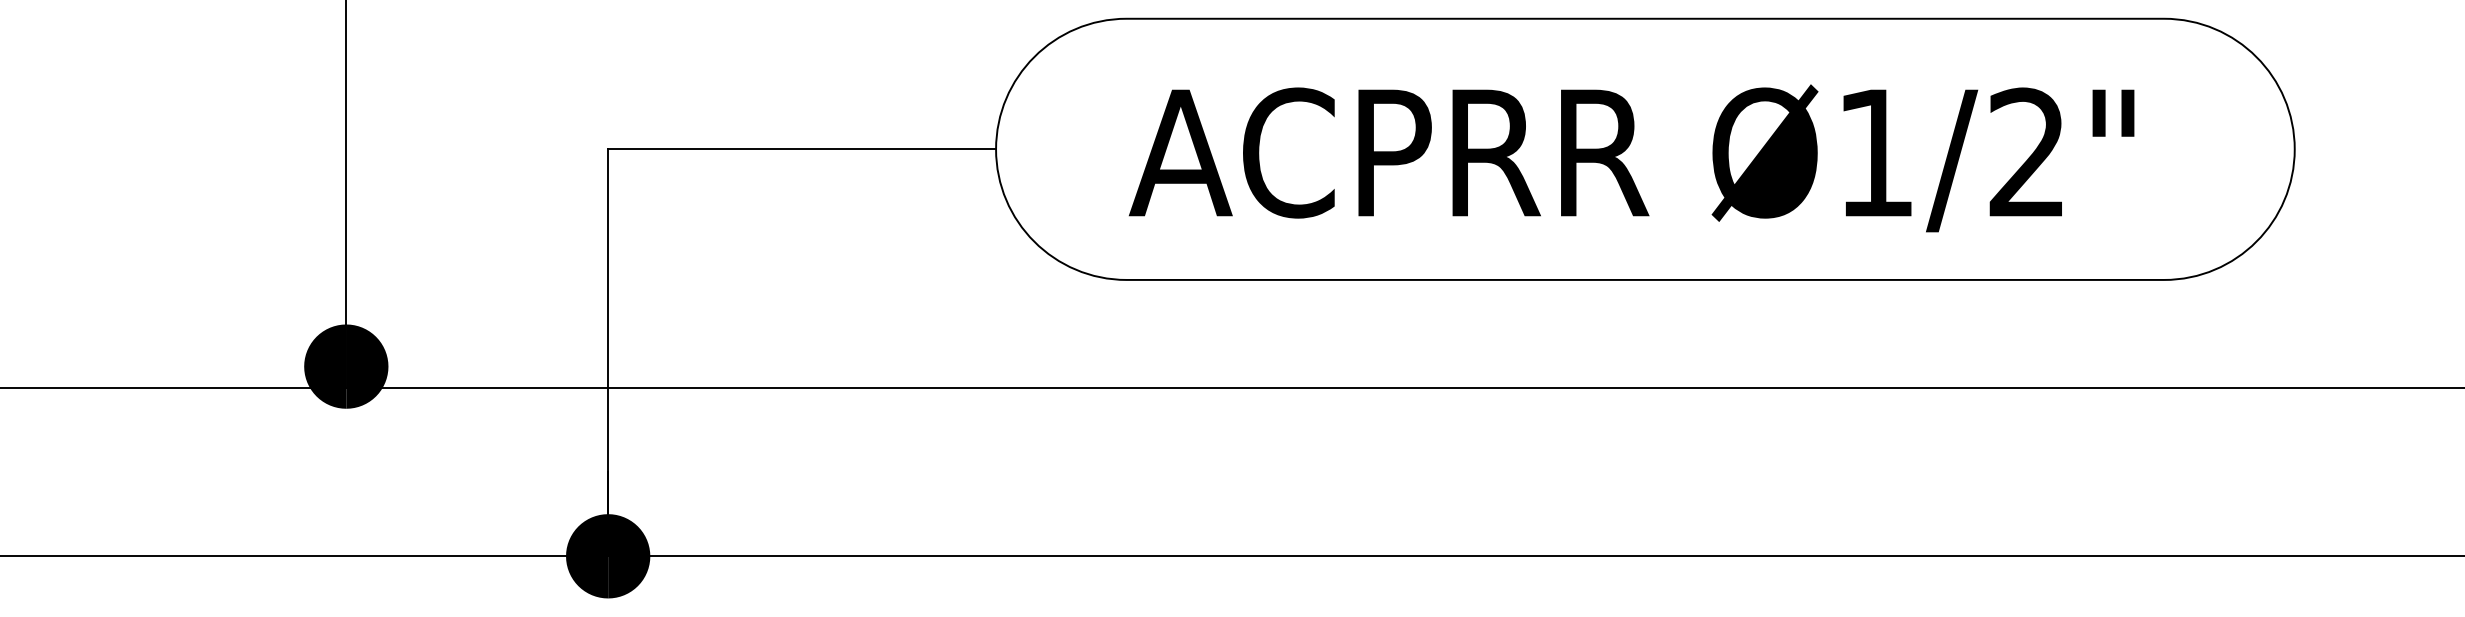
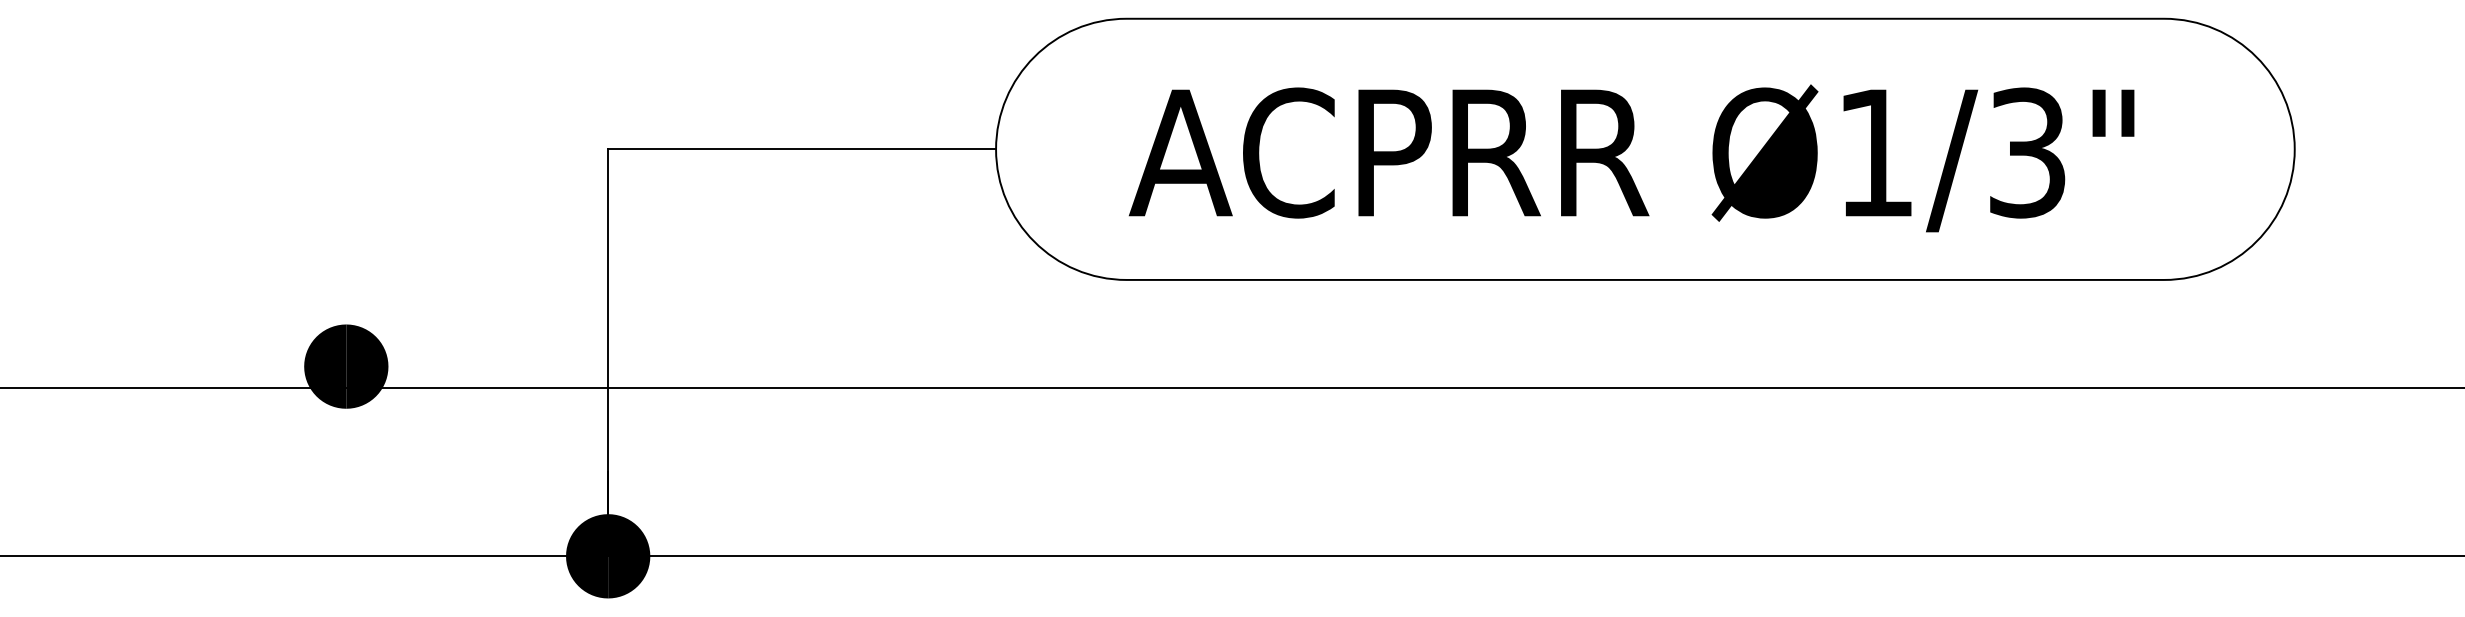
text at (2027, 152): Ø1/2" -> Ø1/3"
line at (346, 194): present -> none
